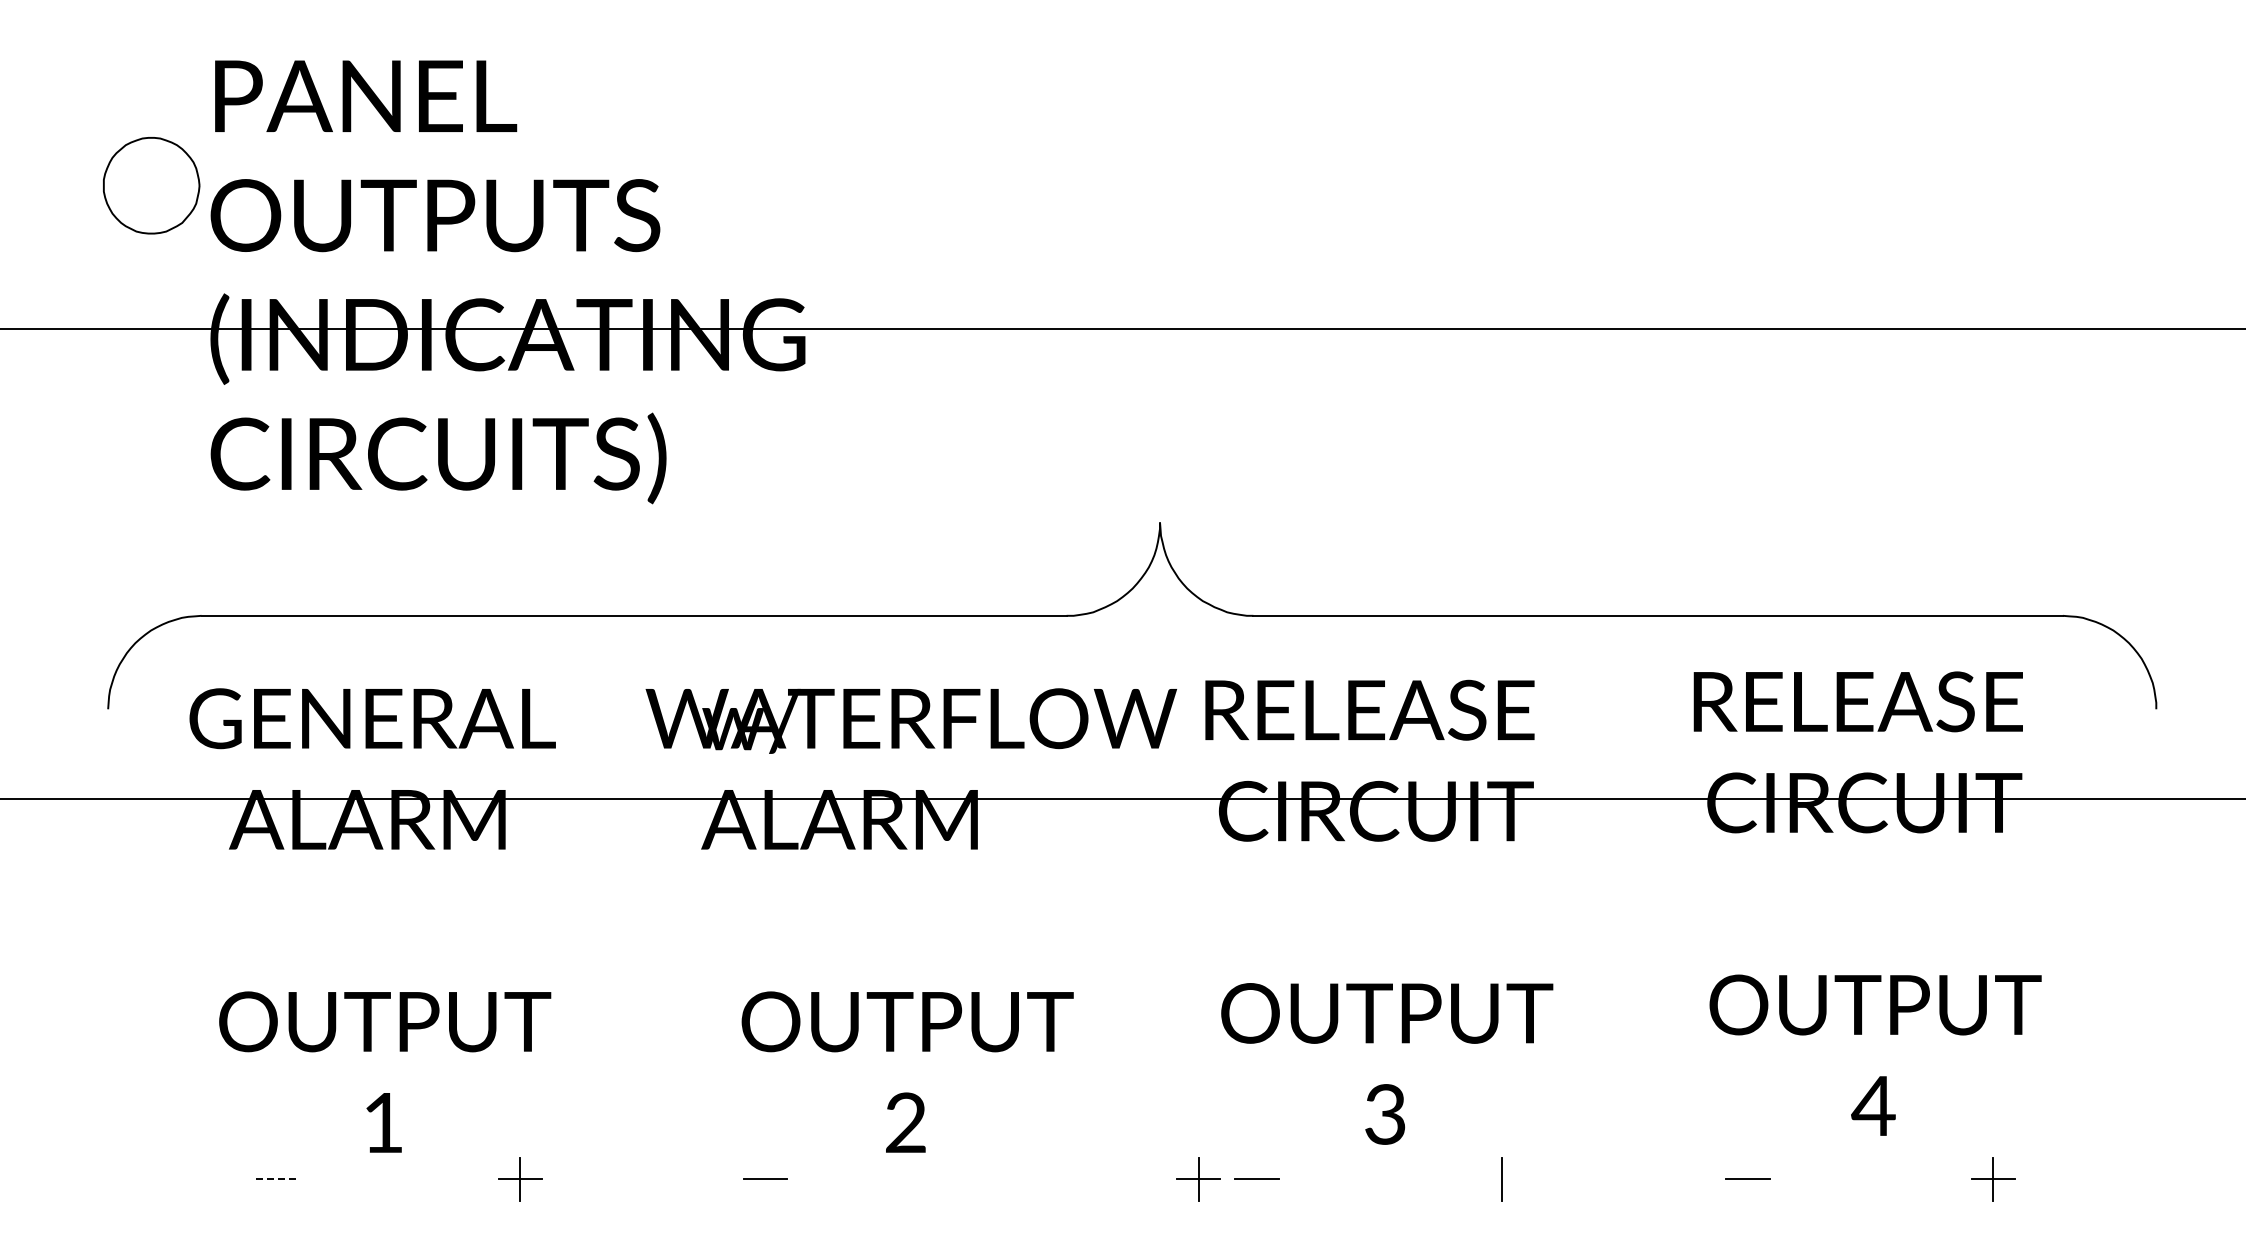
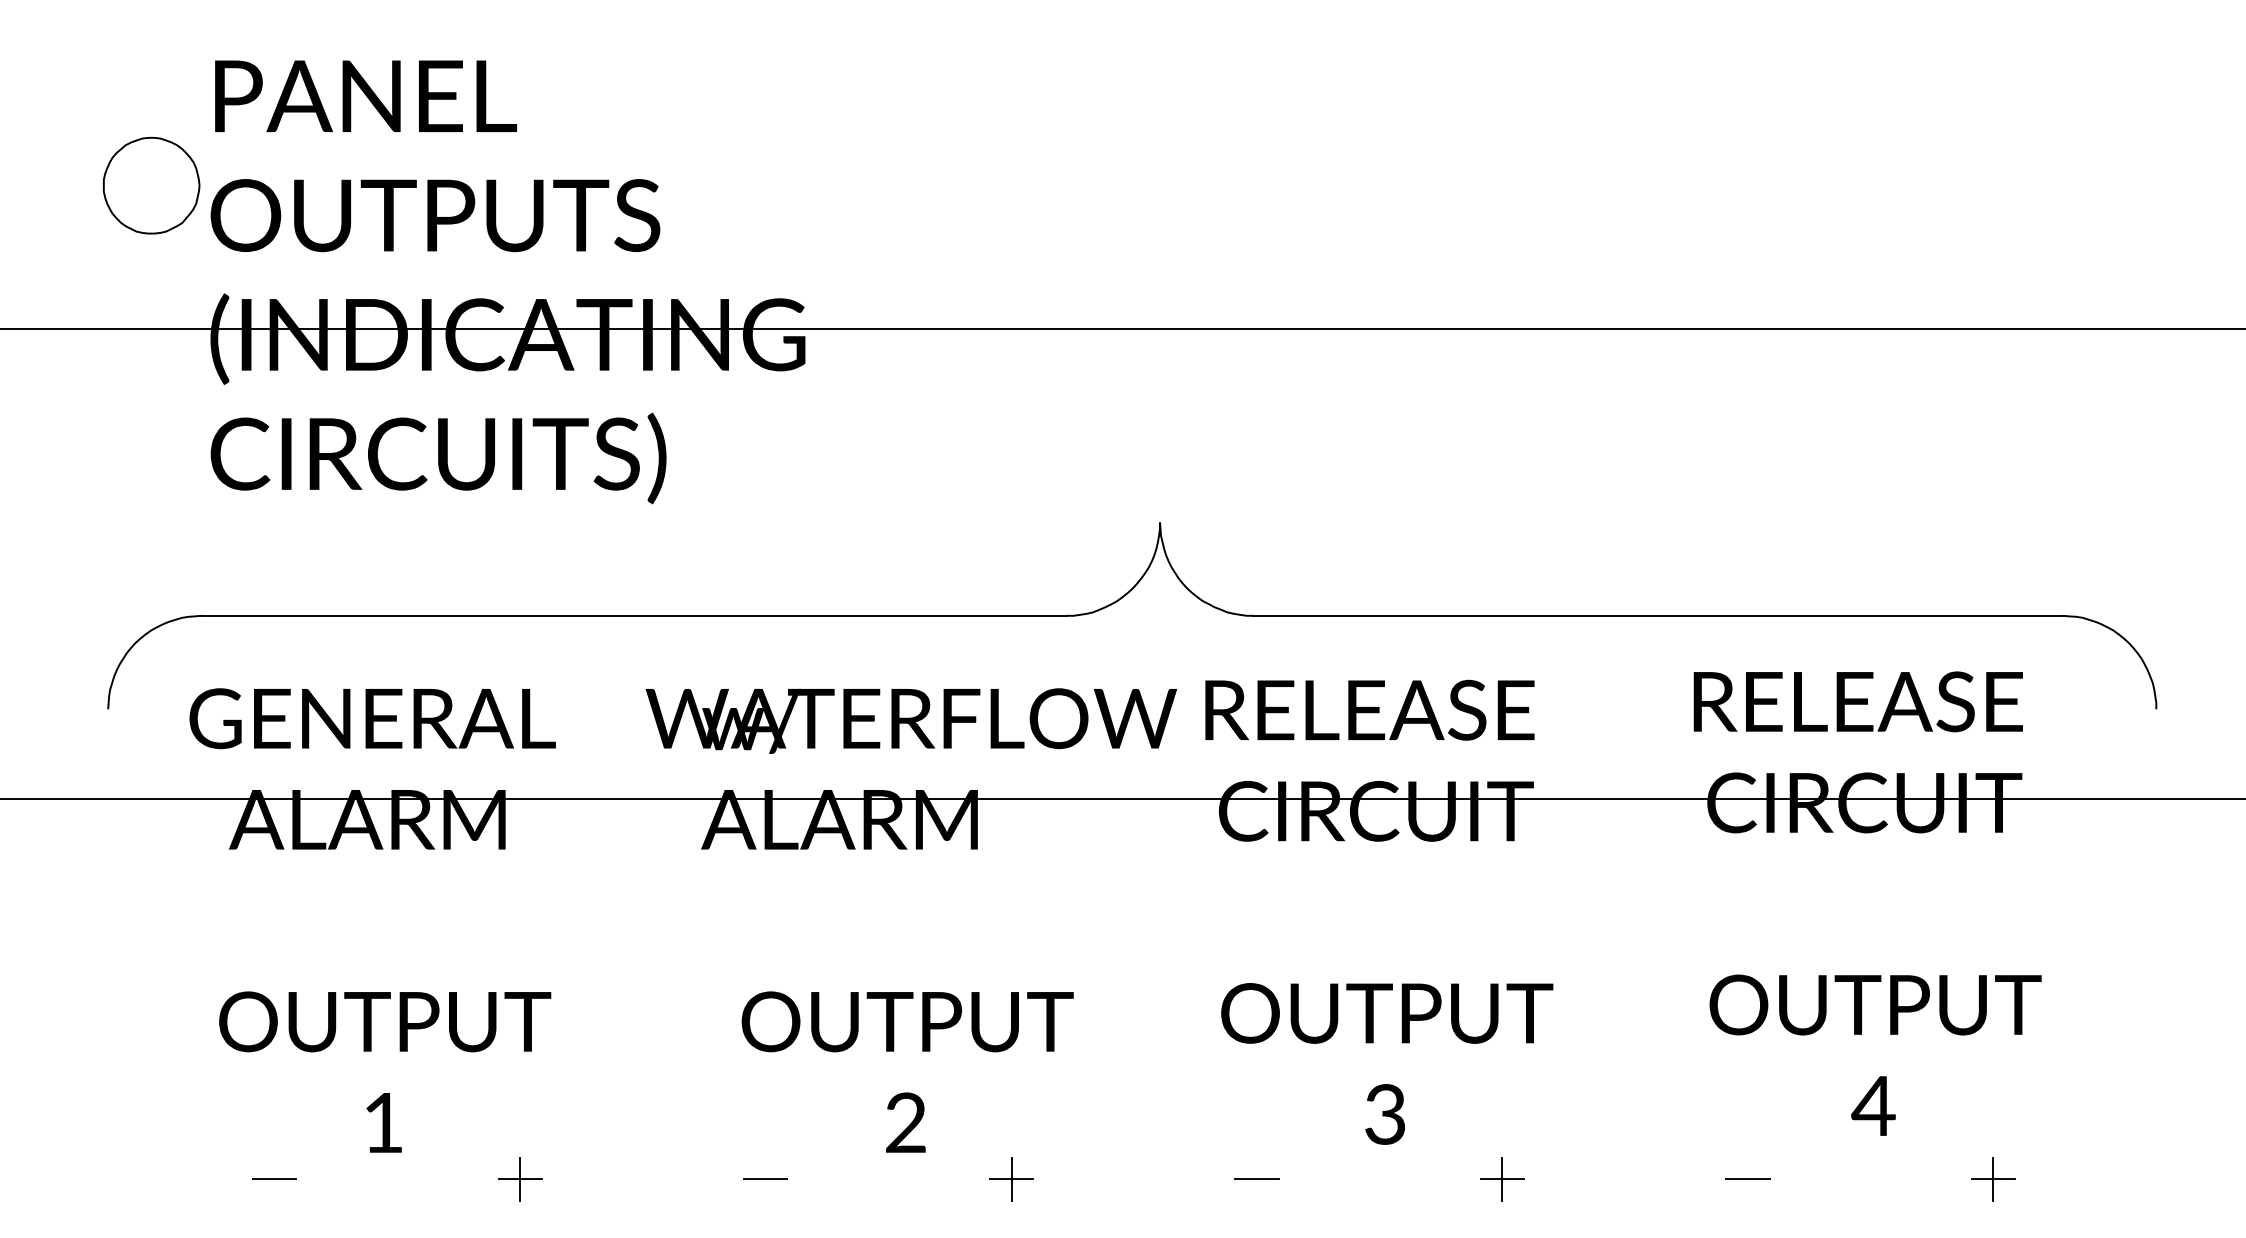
line at (274, 1179): dashed -> solid
part at (1198, 1179) position: (1198, 1179) -> (1011, 1179)
line at (1502, 1179): none -> present
